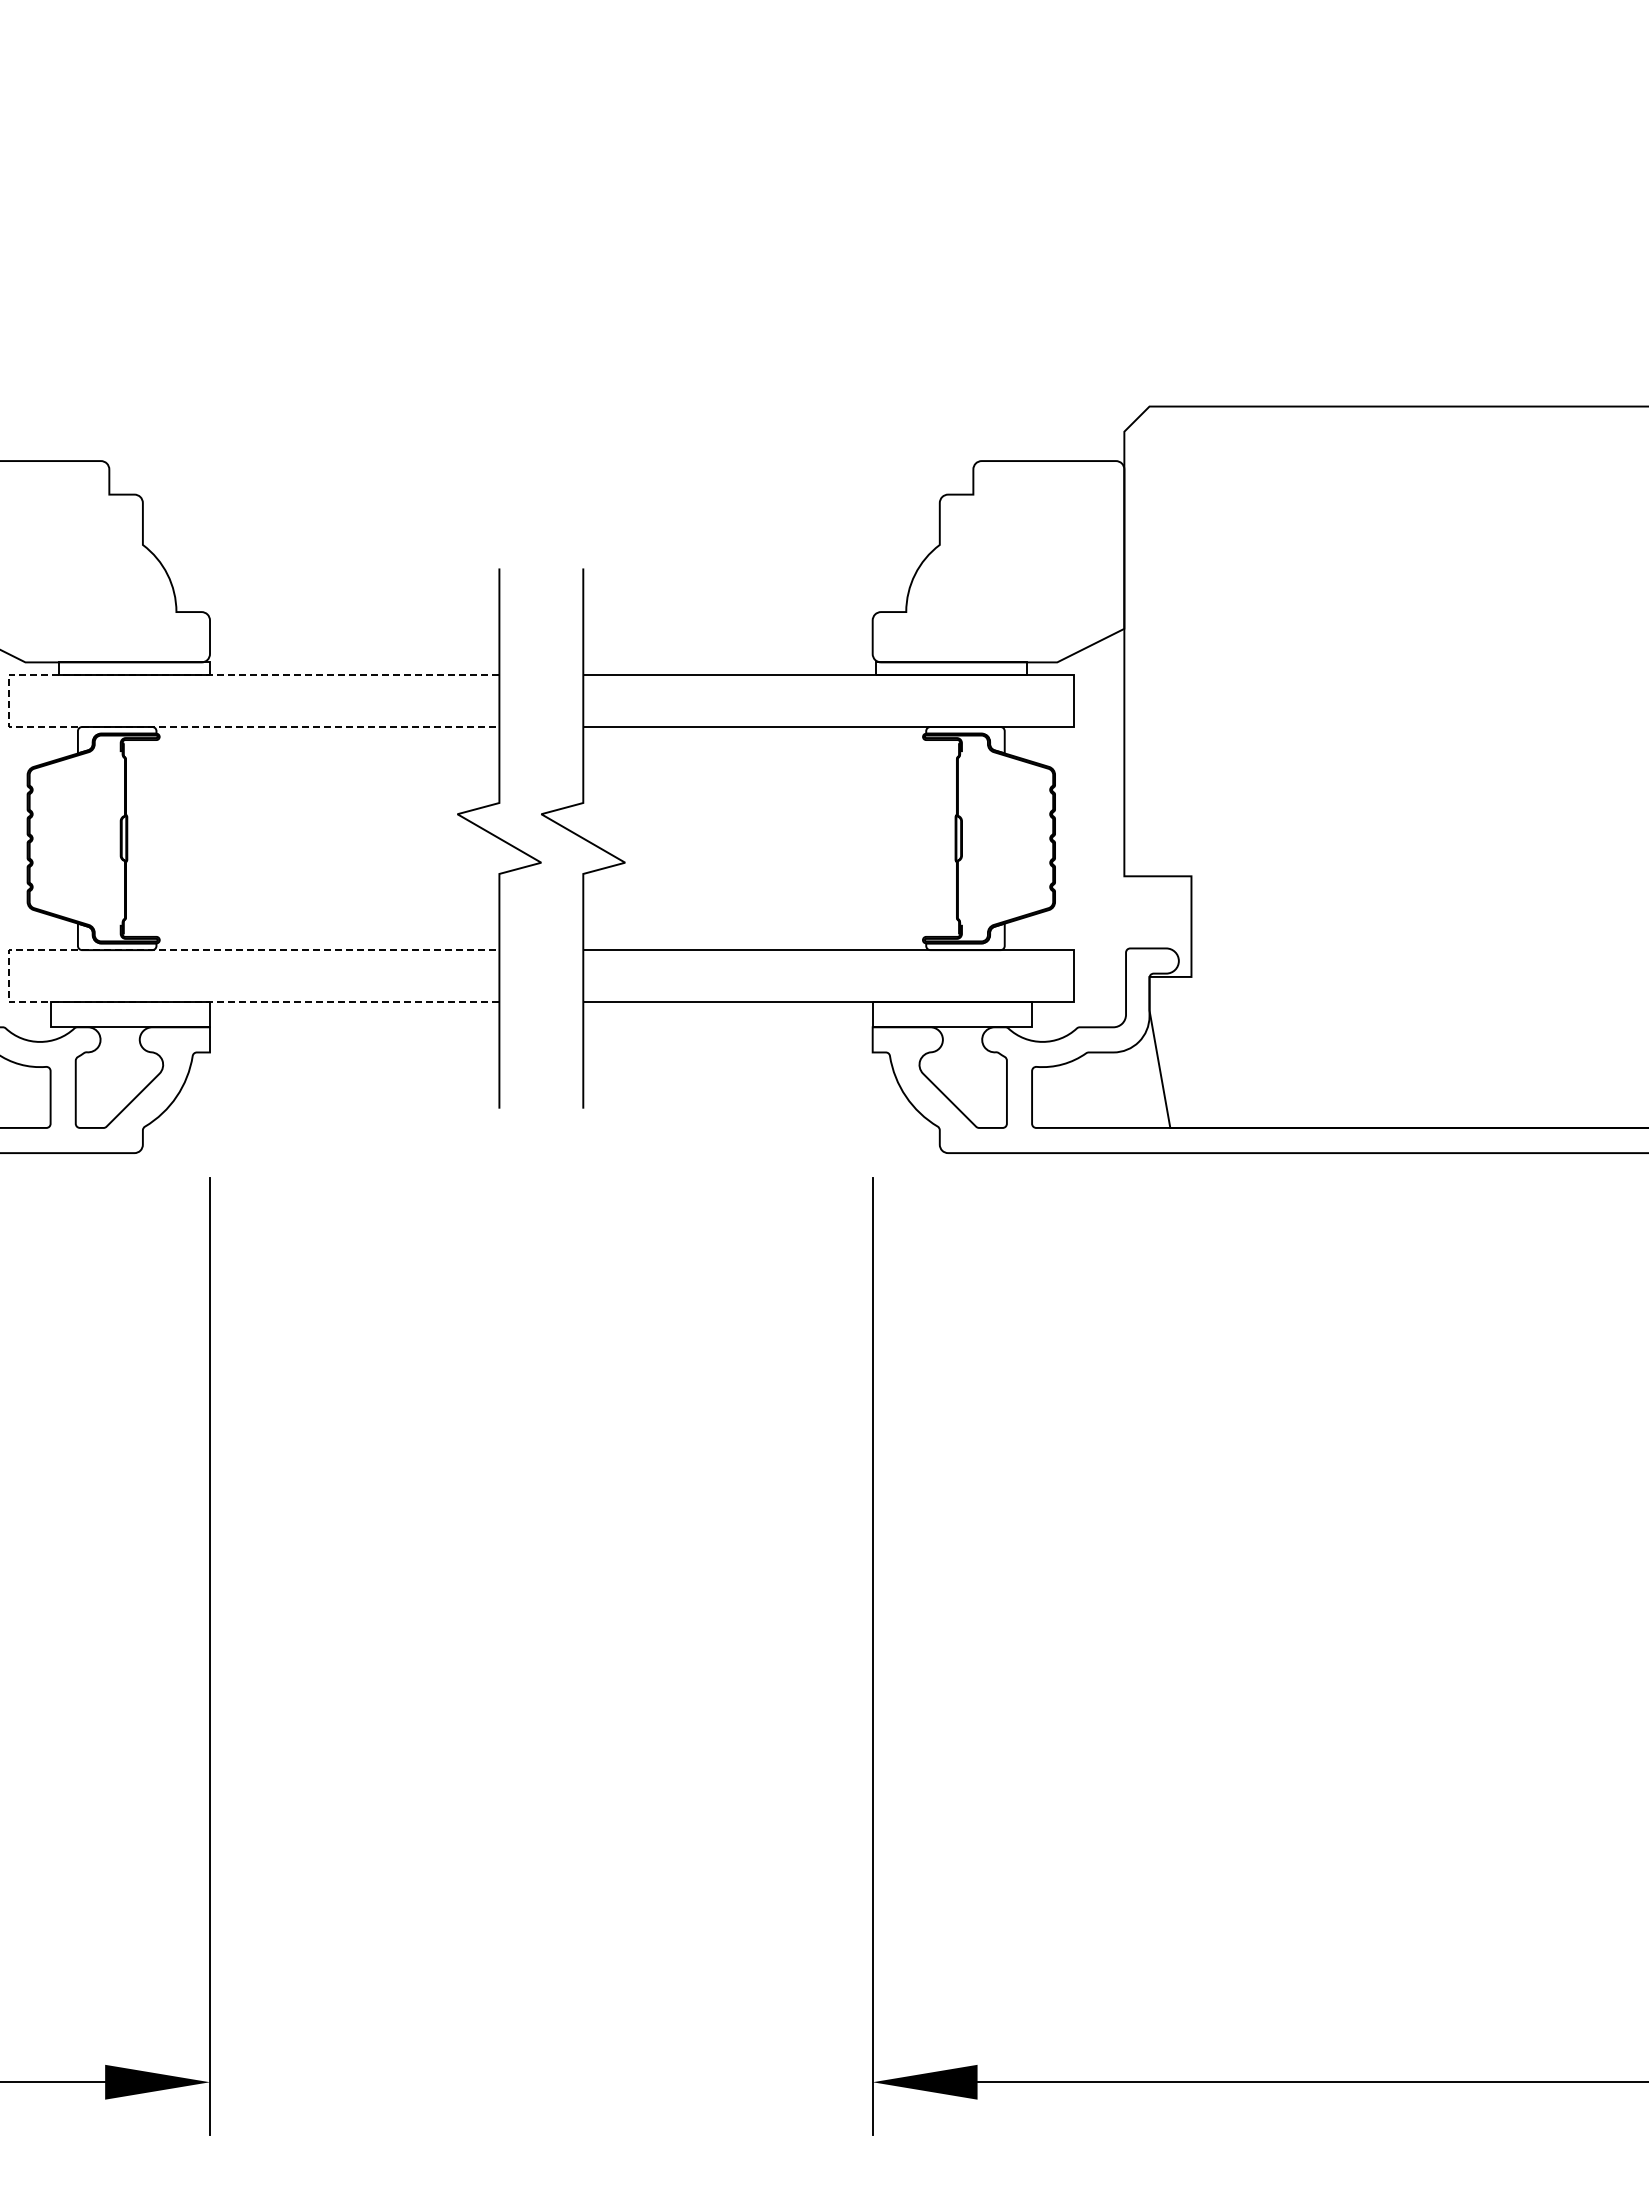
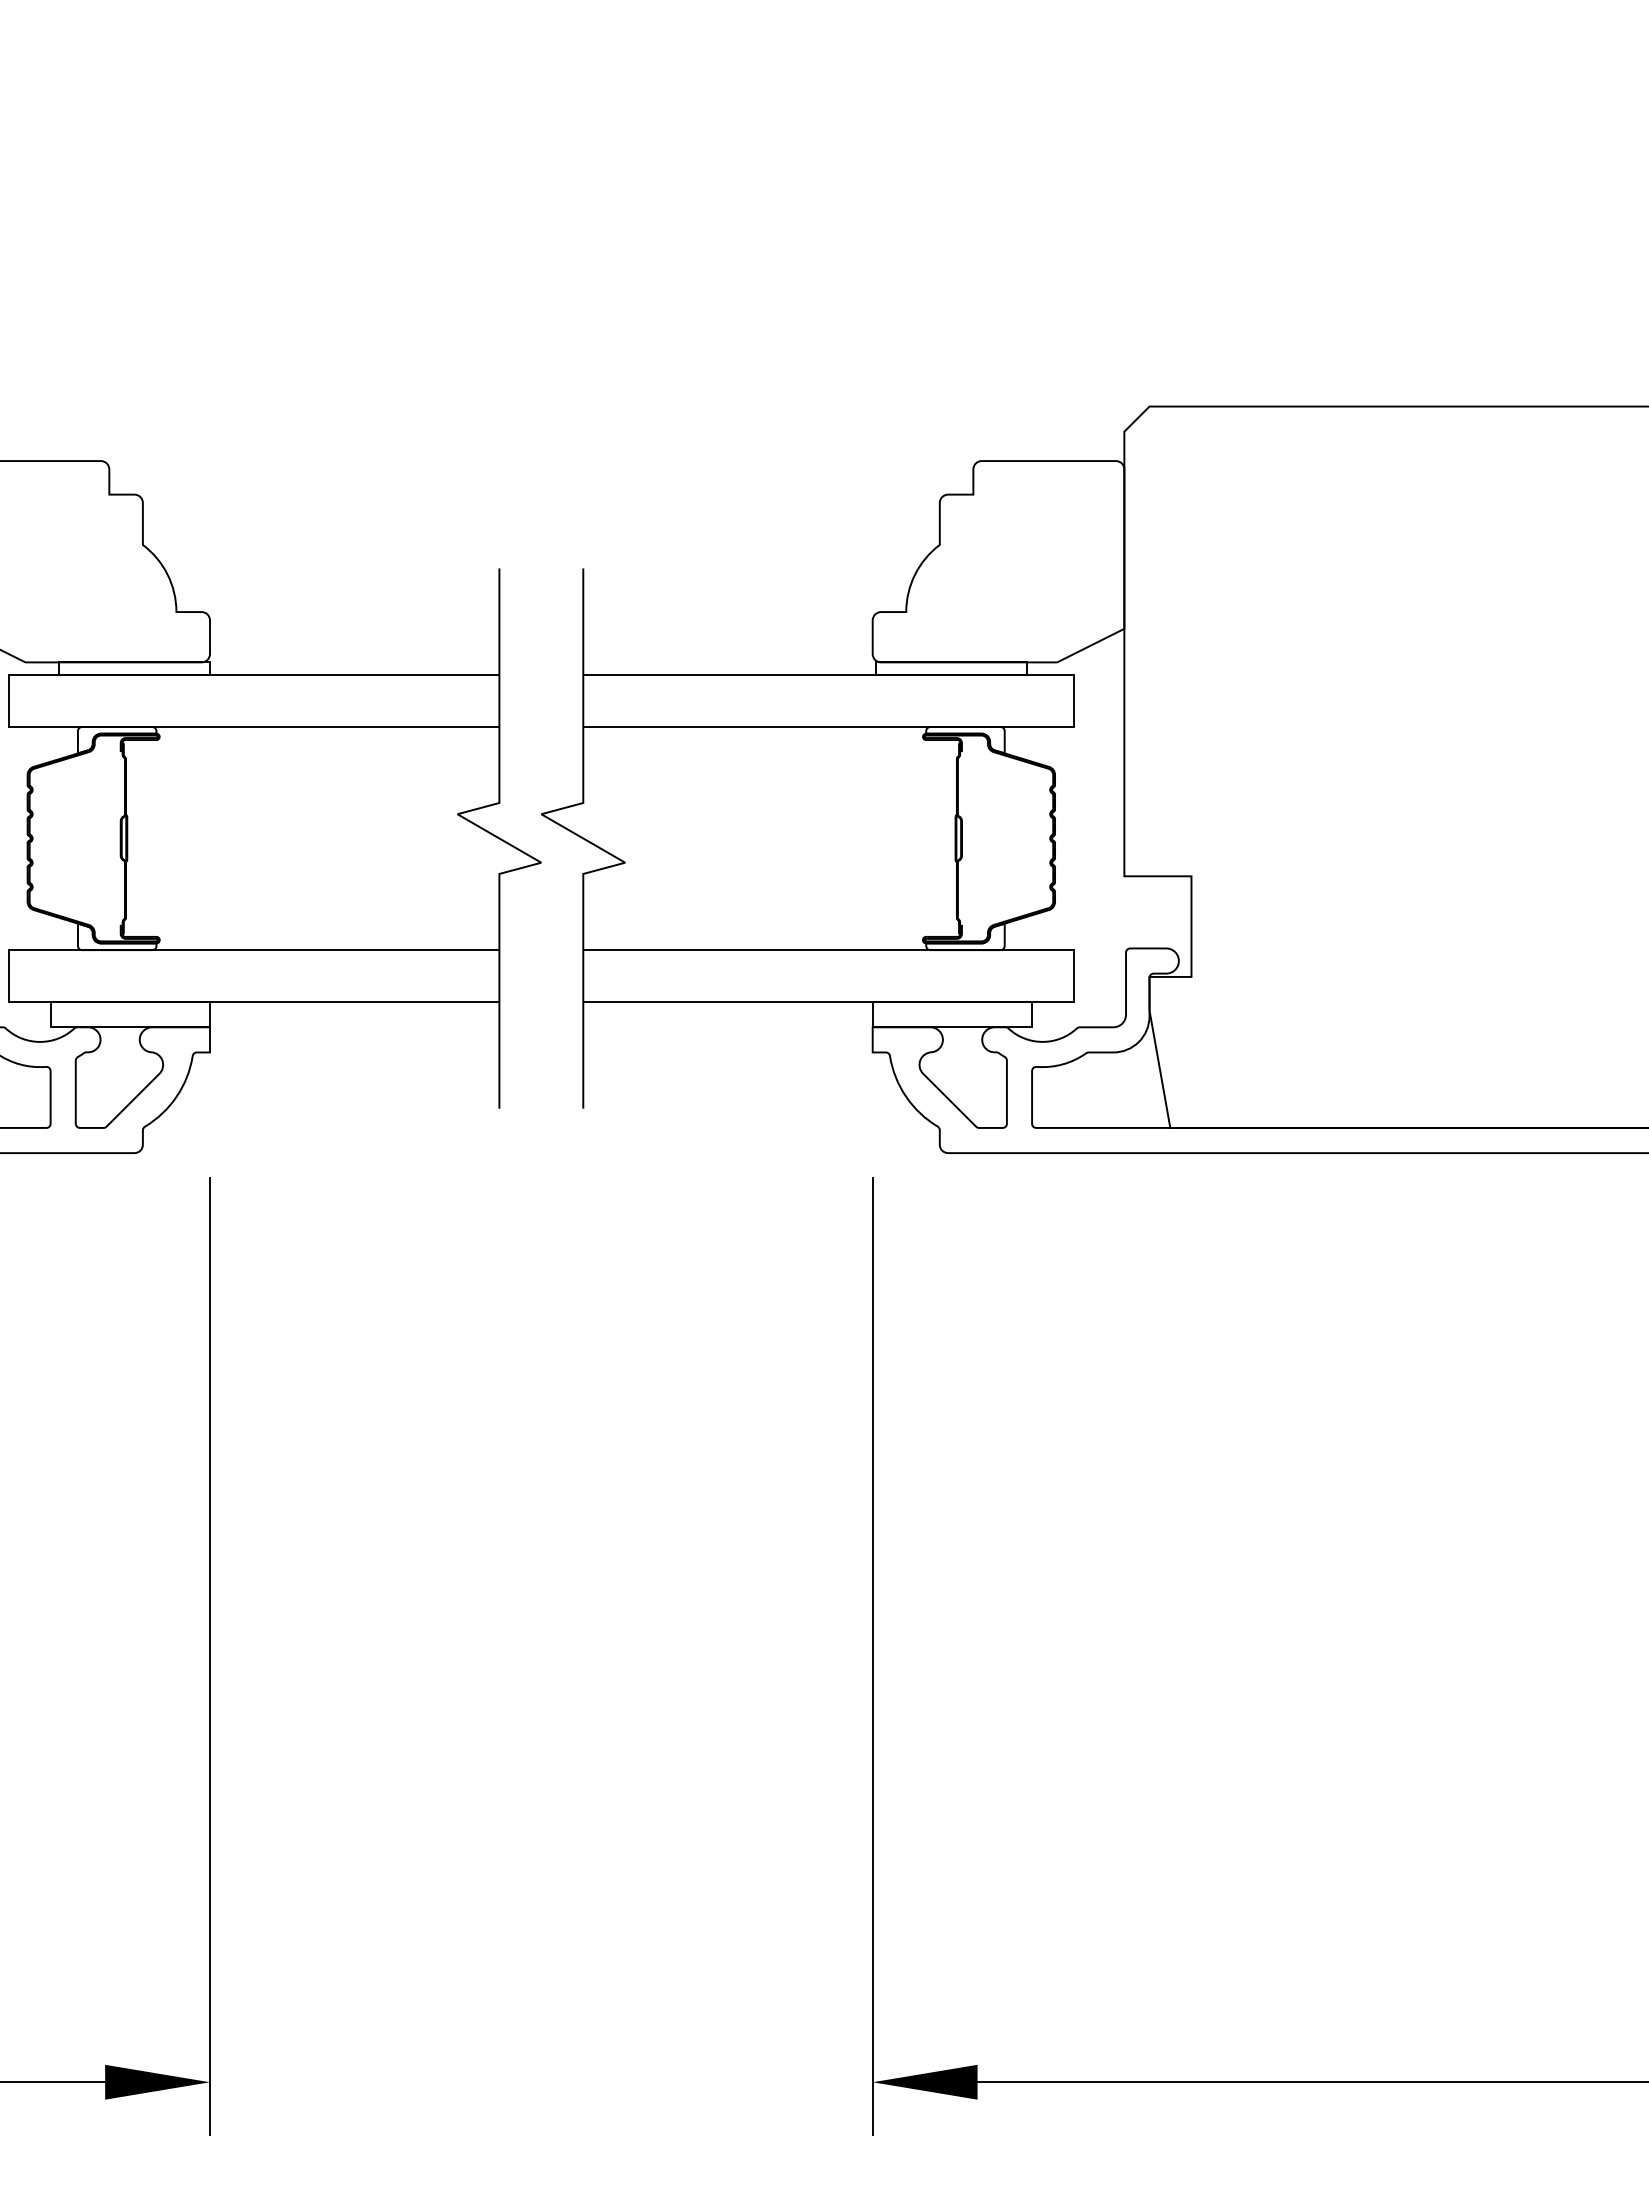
line at (8, 701): dashed -> solid
line at (8, 975): dashed -> solid
